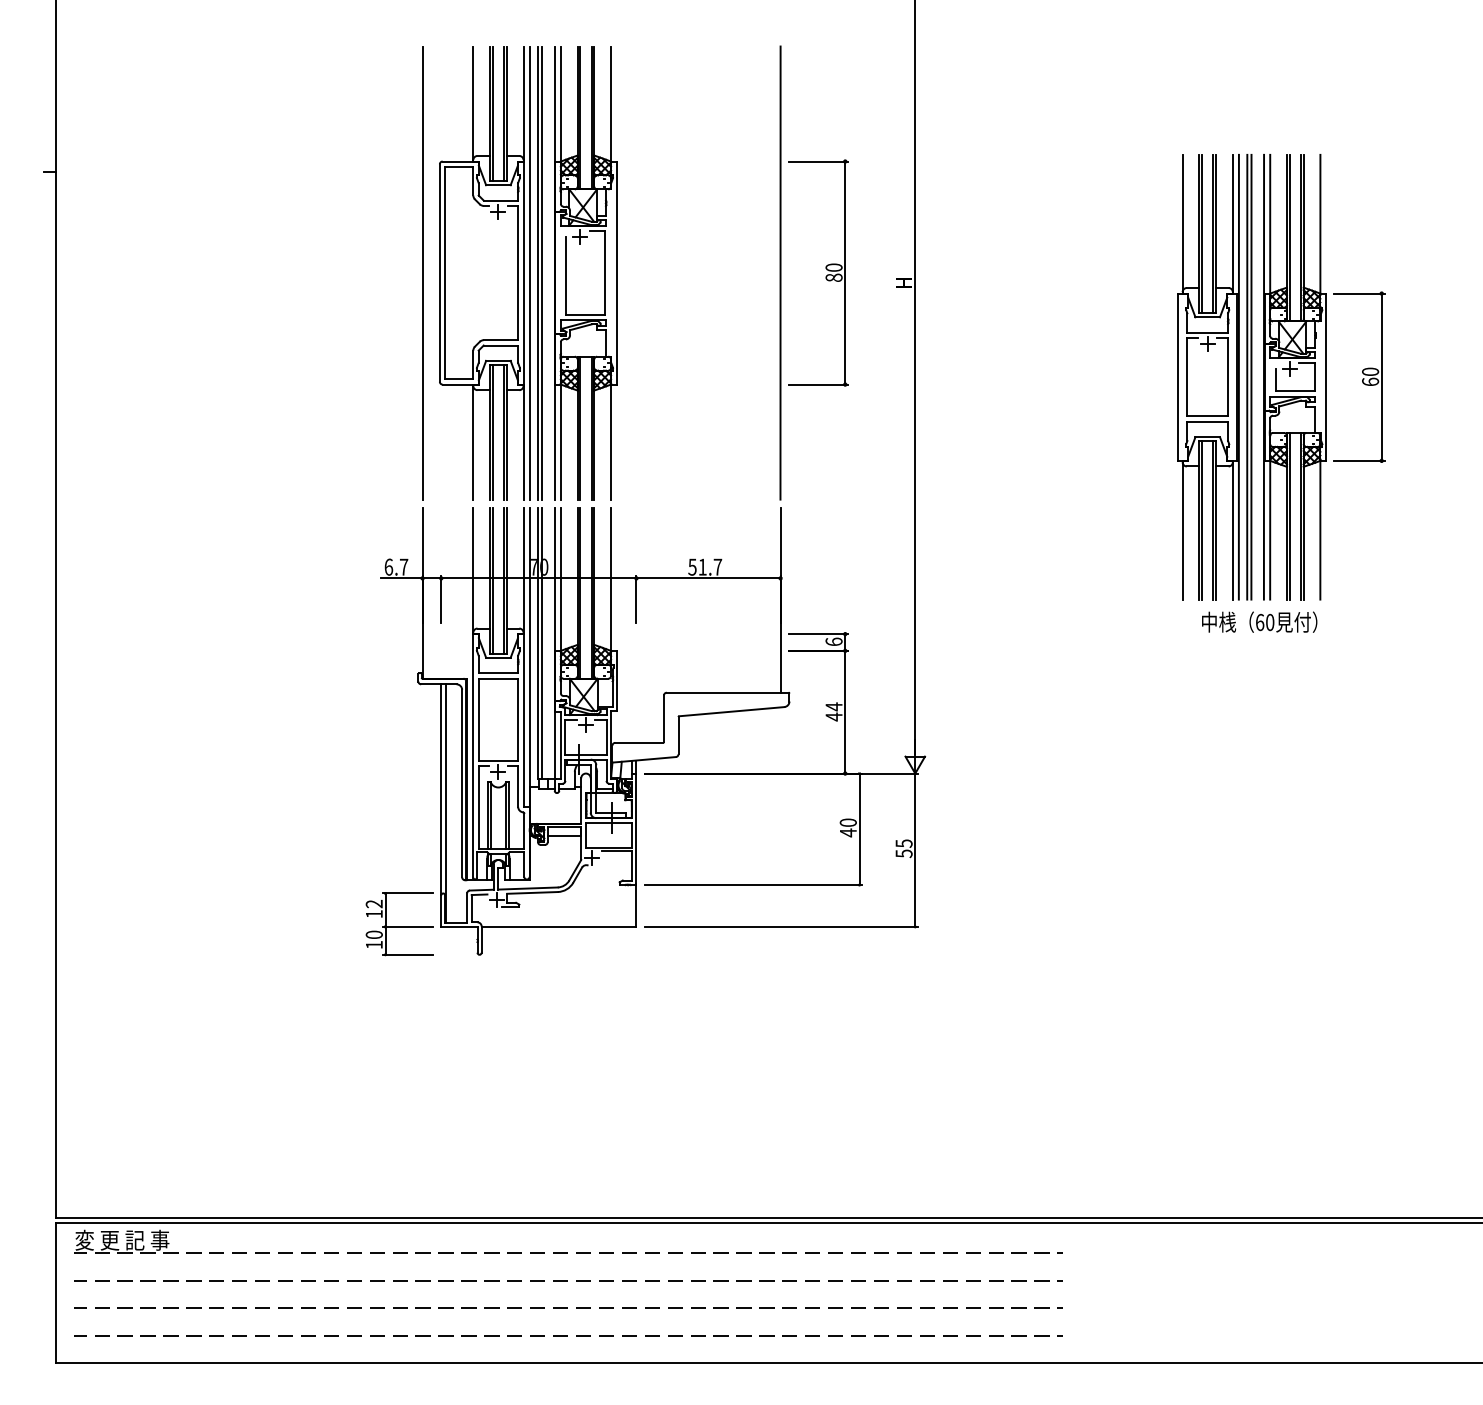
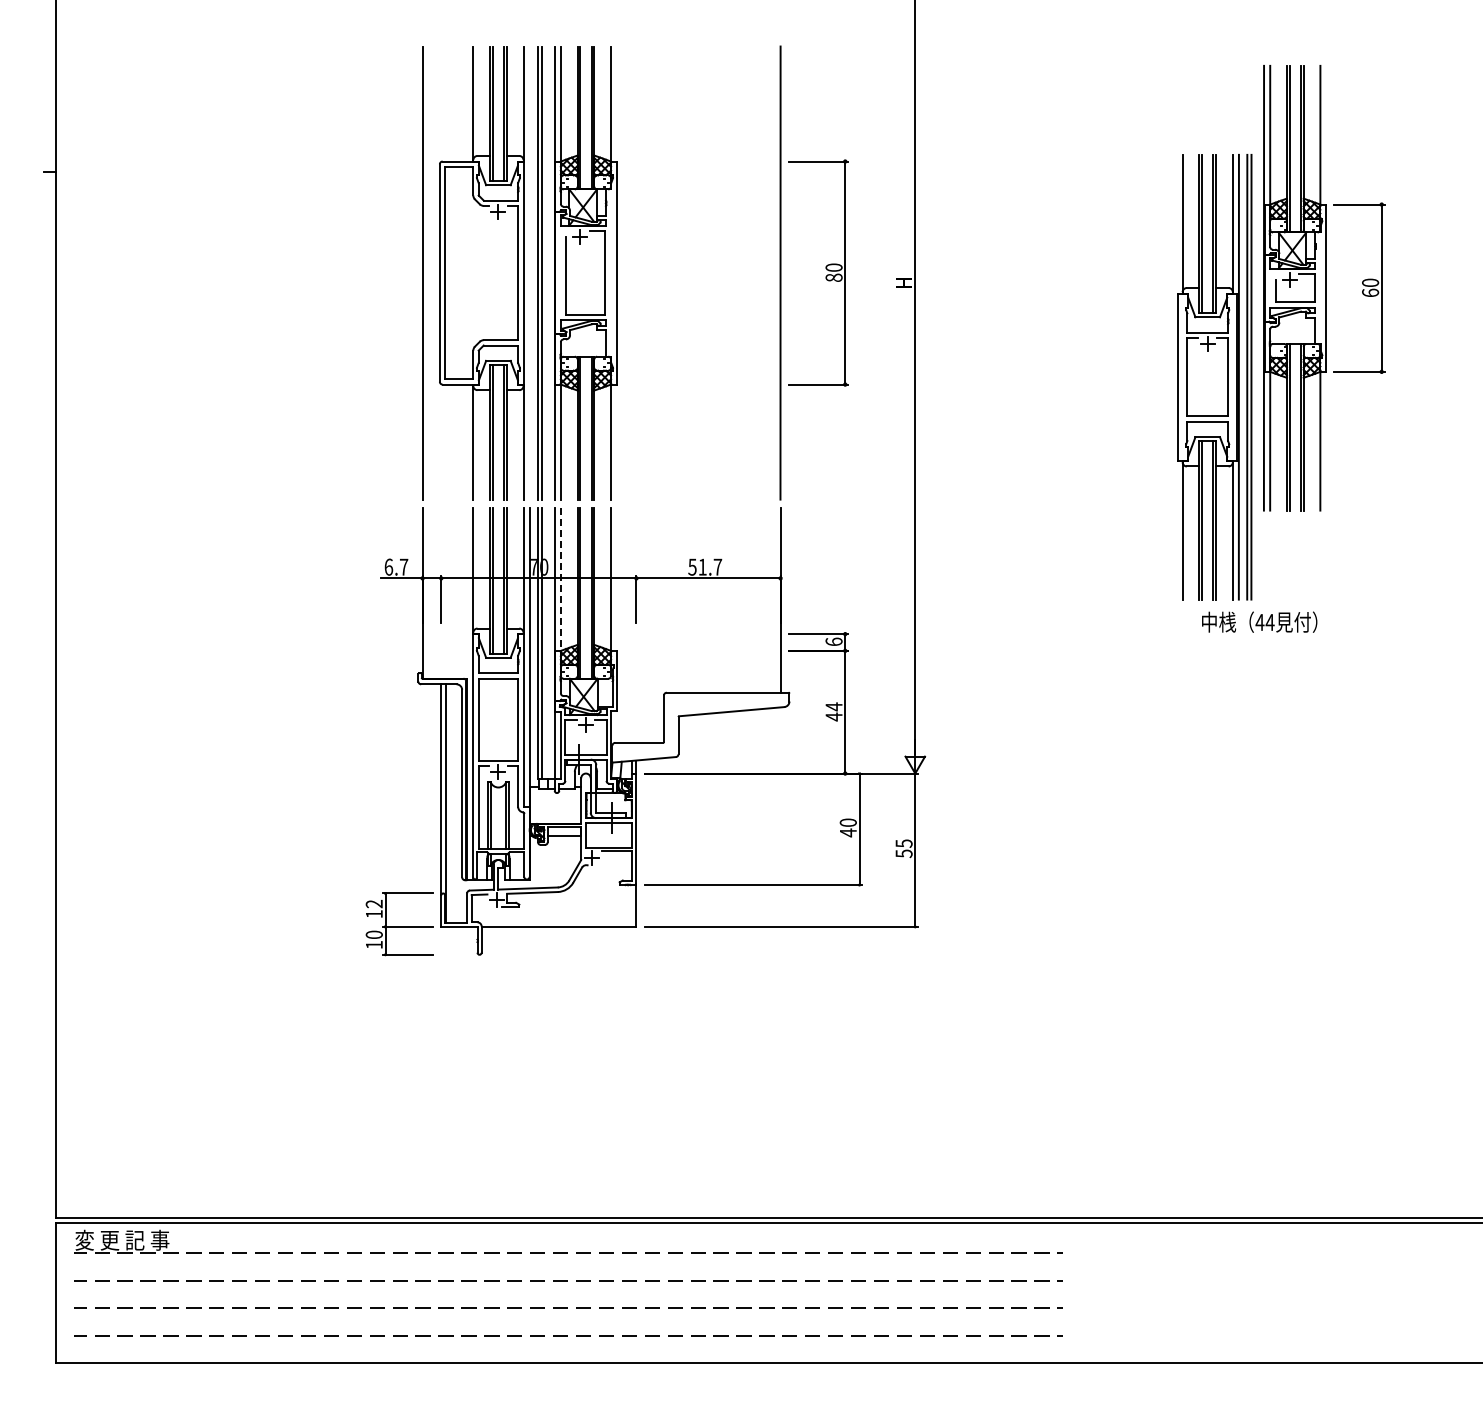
line at (529, 272): present -> none
part at (1324, 377) position: (1324, 377) -> (1324, 288)
line at (560, 580): solid -> dashed
text at (1264, 622): 60 -> 44
